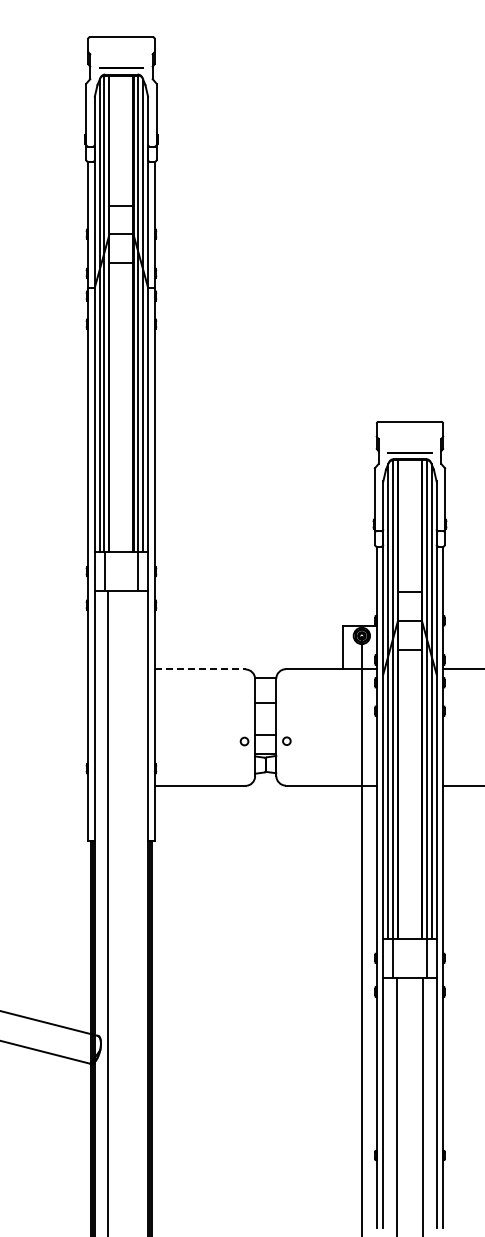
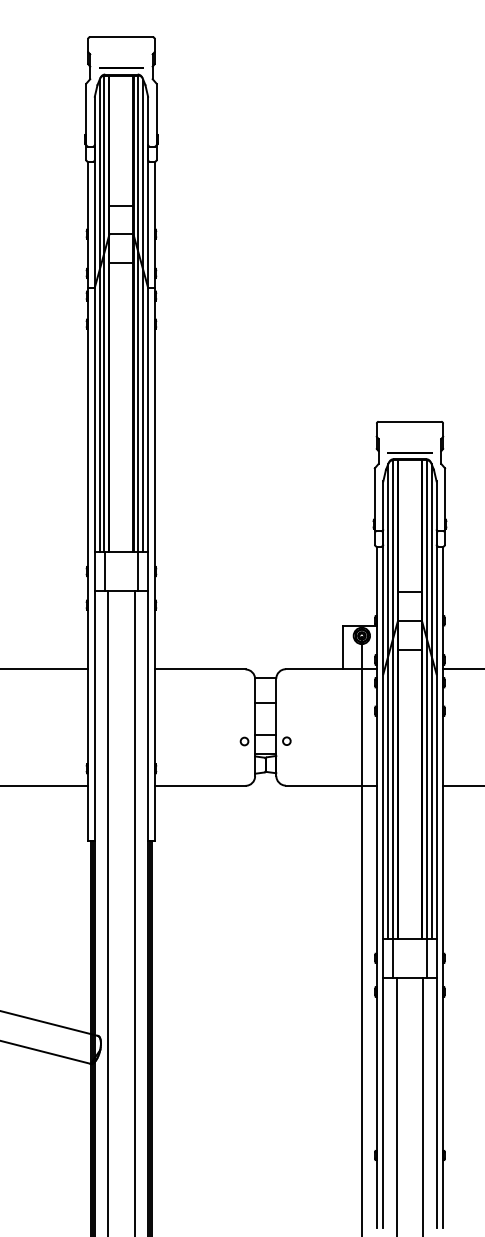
line at (45, 669): none -> present
line at (200, 669): dashed -> solid
line at (45, 785): none -> present
line at (134, 911): none -> present
